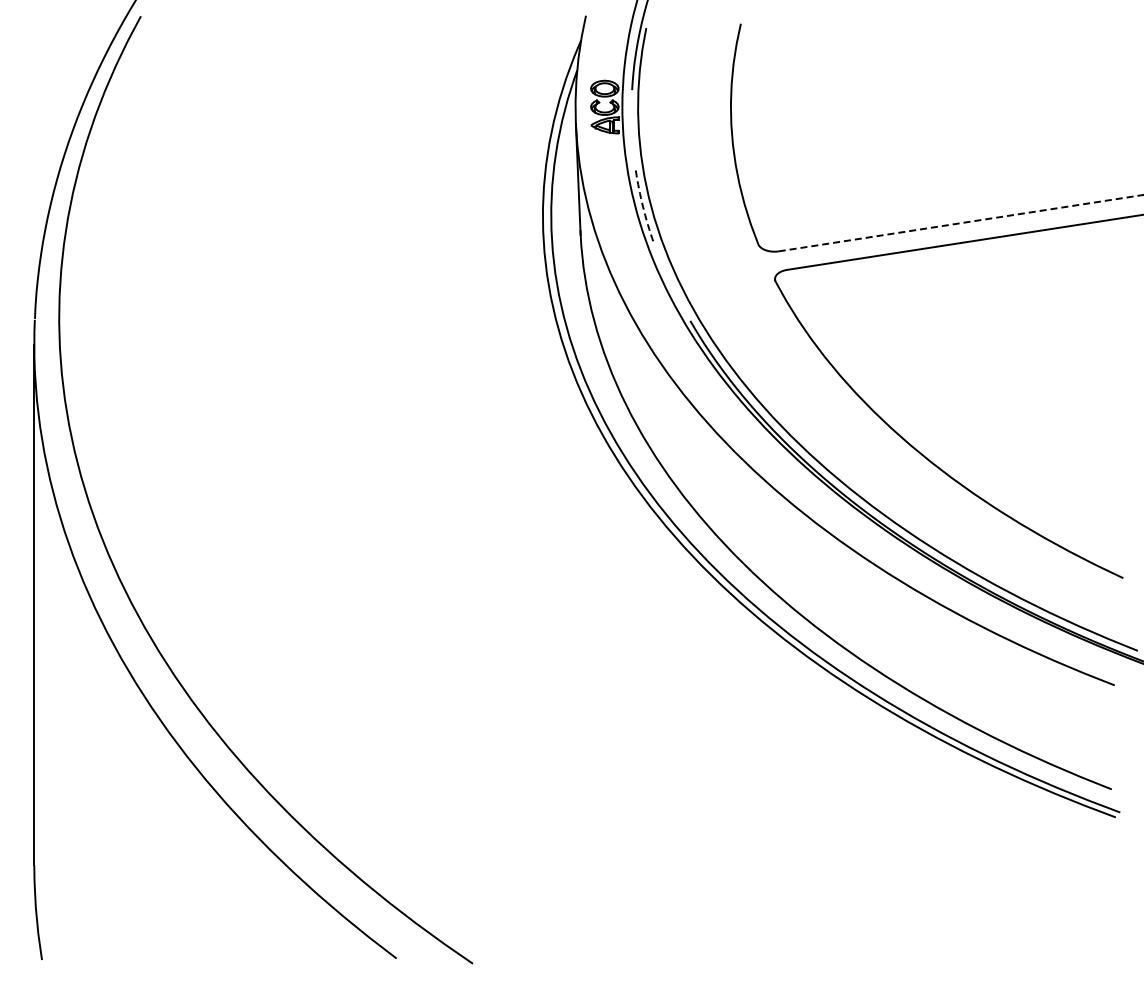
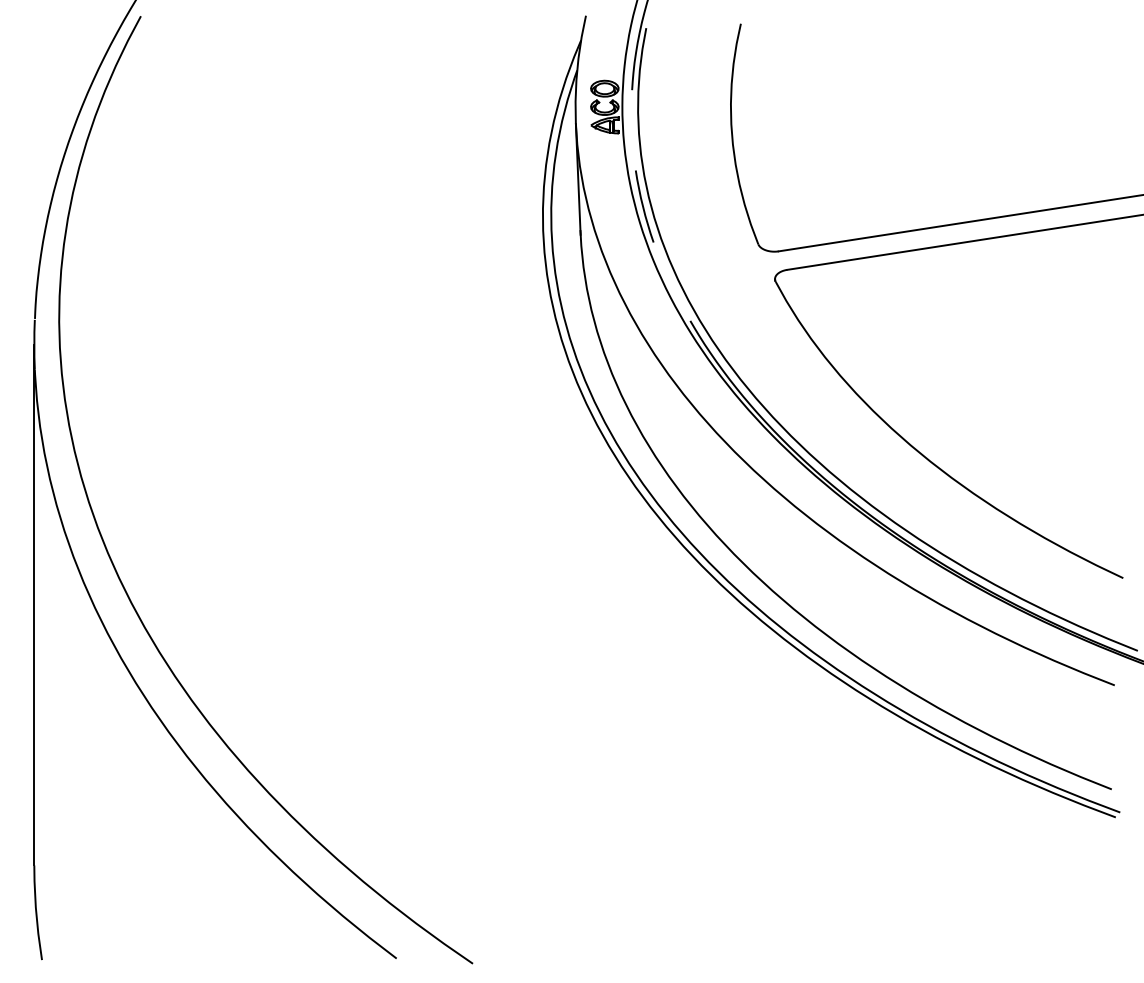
arc at (643, 206): dashed -> solid
line at (961, 223): dashed -> solid
